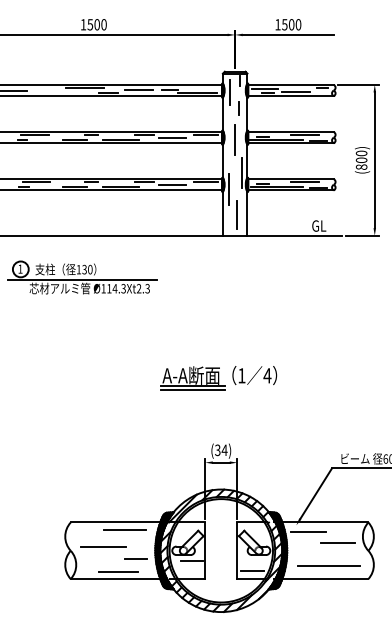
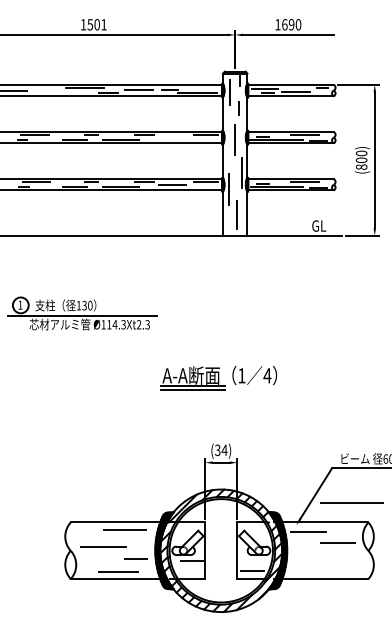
text at (103, 24): 1500 -> 1501
text at (288, 24): 1500 -> 1690
line at (172, 138): present -> none
part at (82, 277) position: (82, 277) -> (82, 313)
line at (328, 565) position: (328, 565) -> (351, 502)
